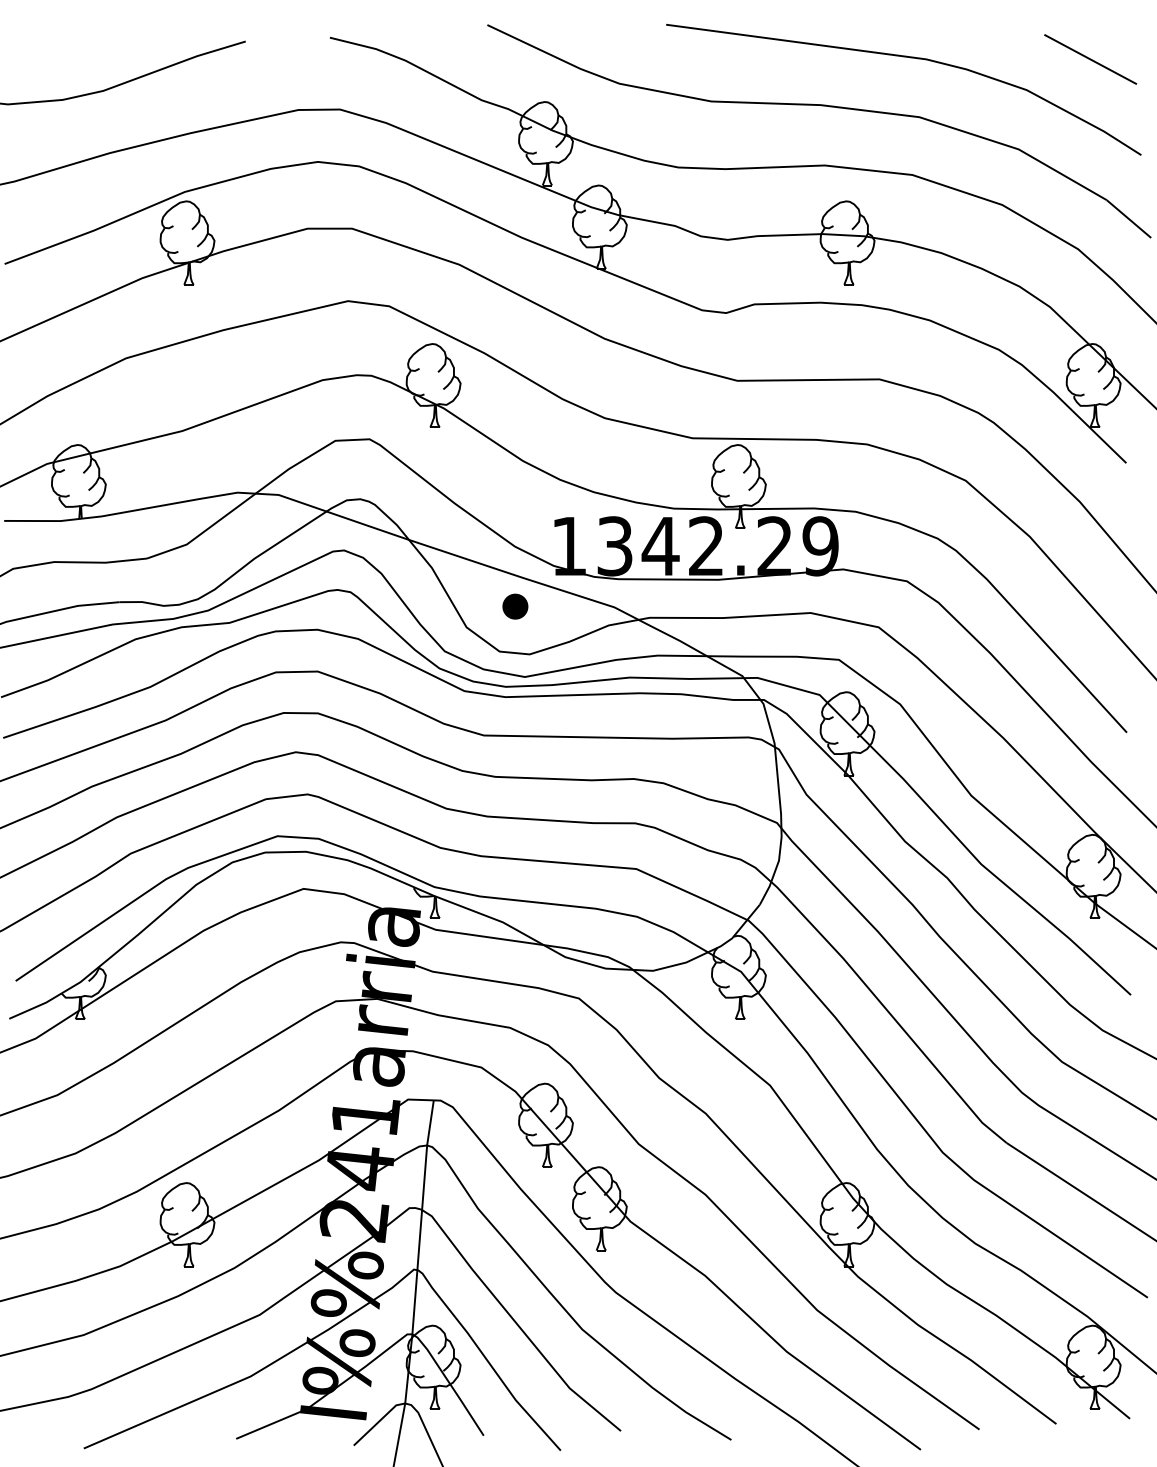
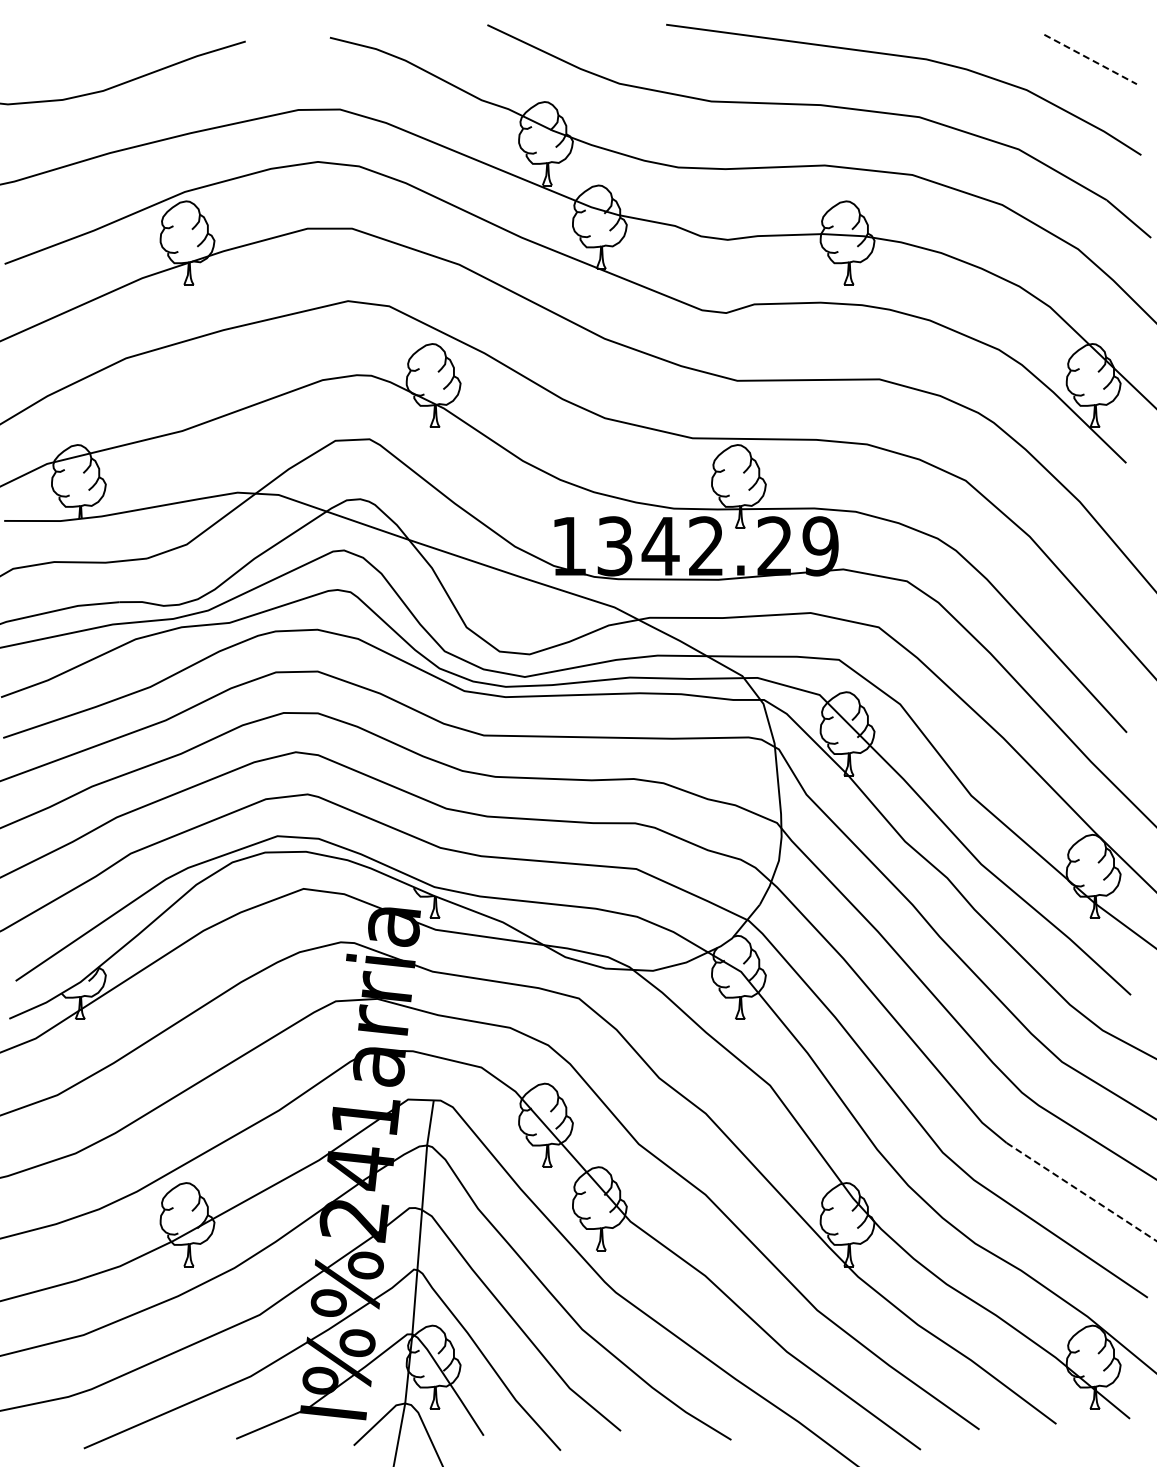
line at (1091, 59): solid -> dashed
part at (515, 606): present -> none
line at (1081, 1192): solid -> dashed
